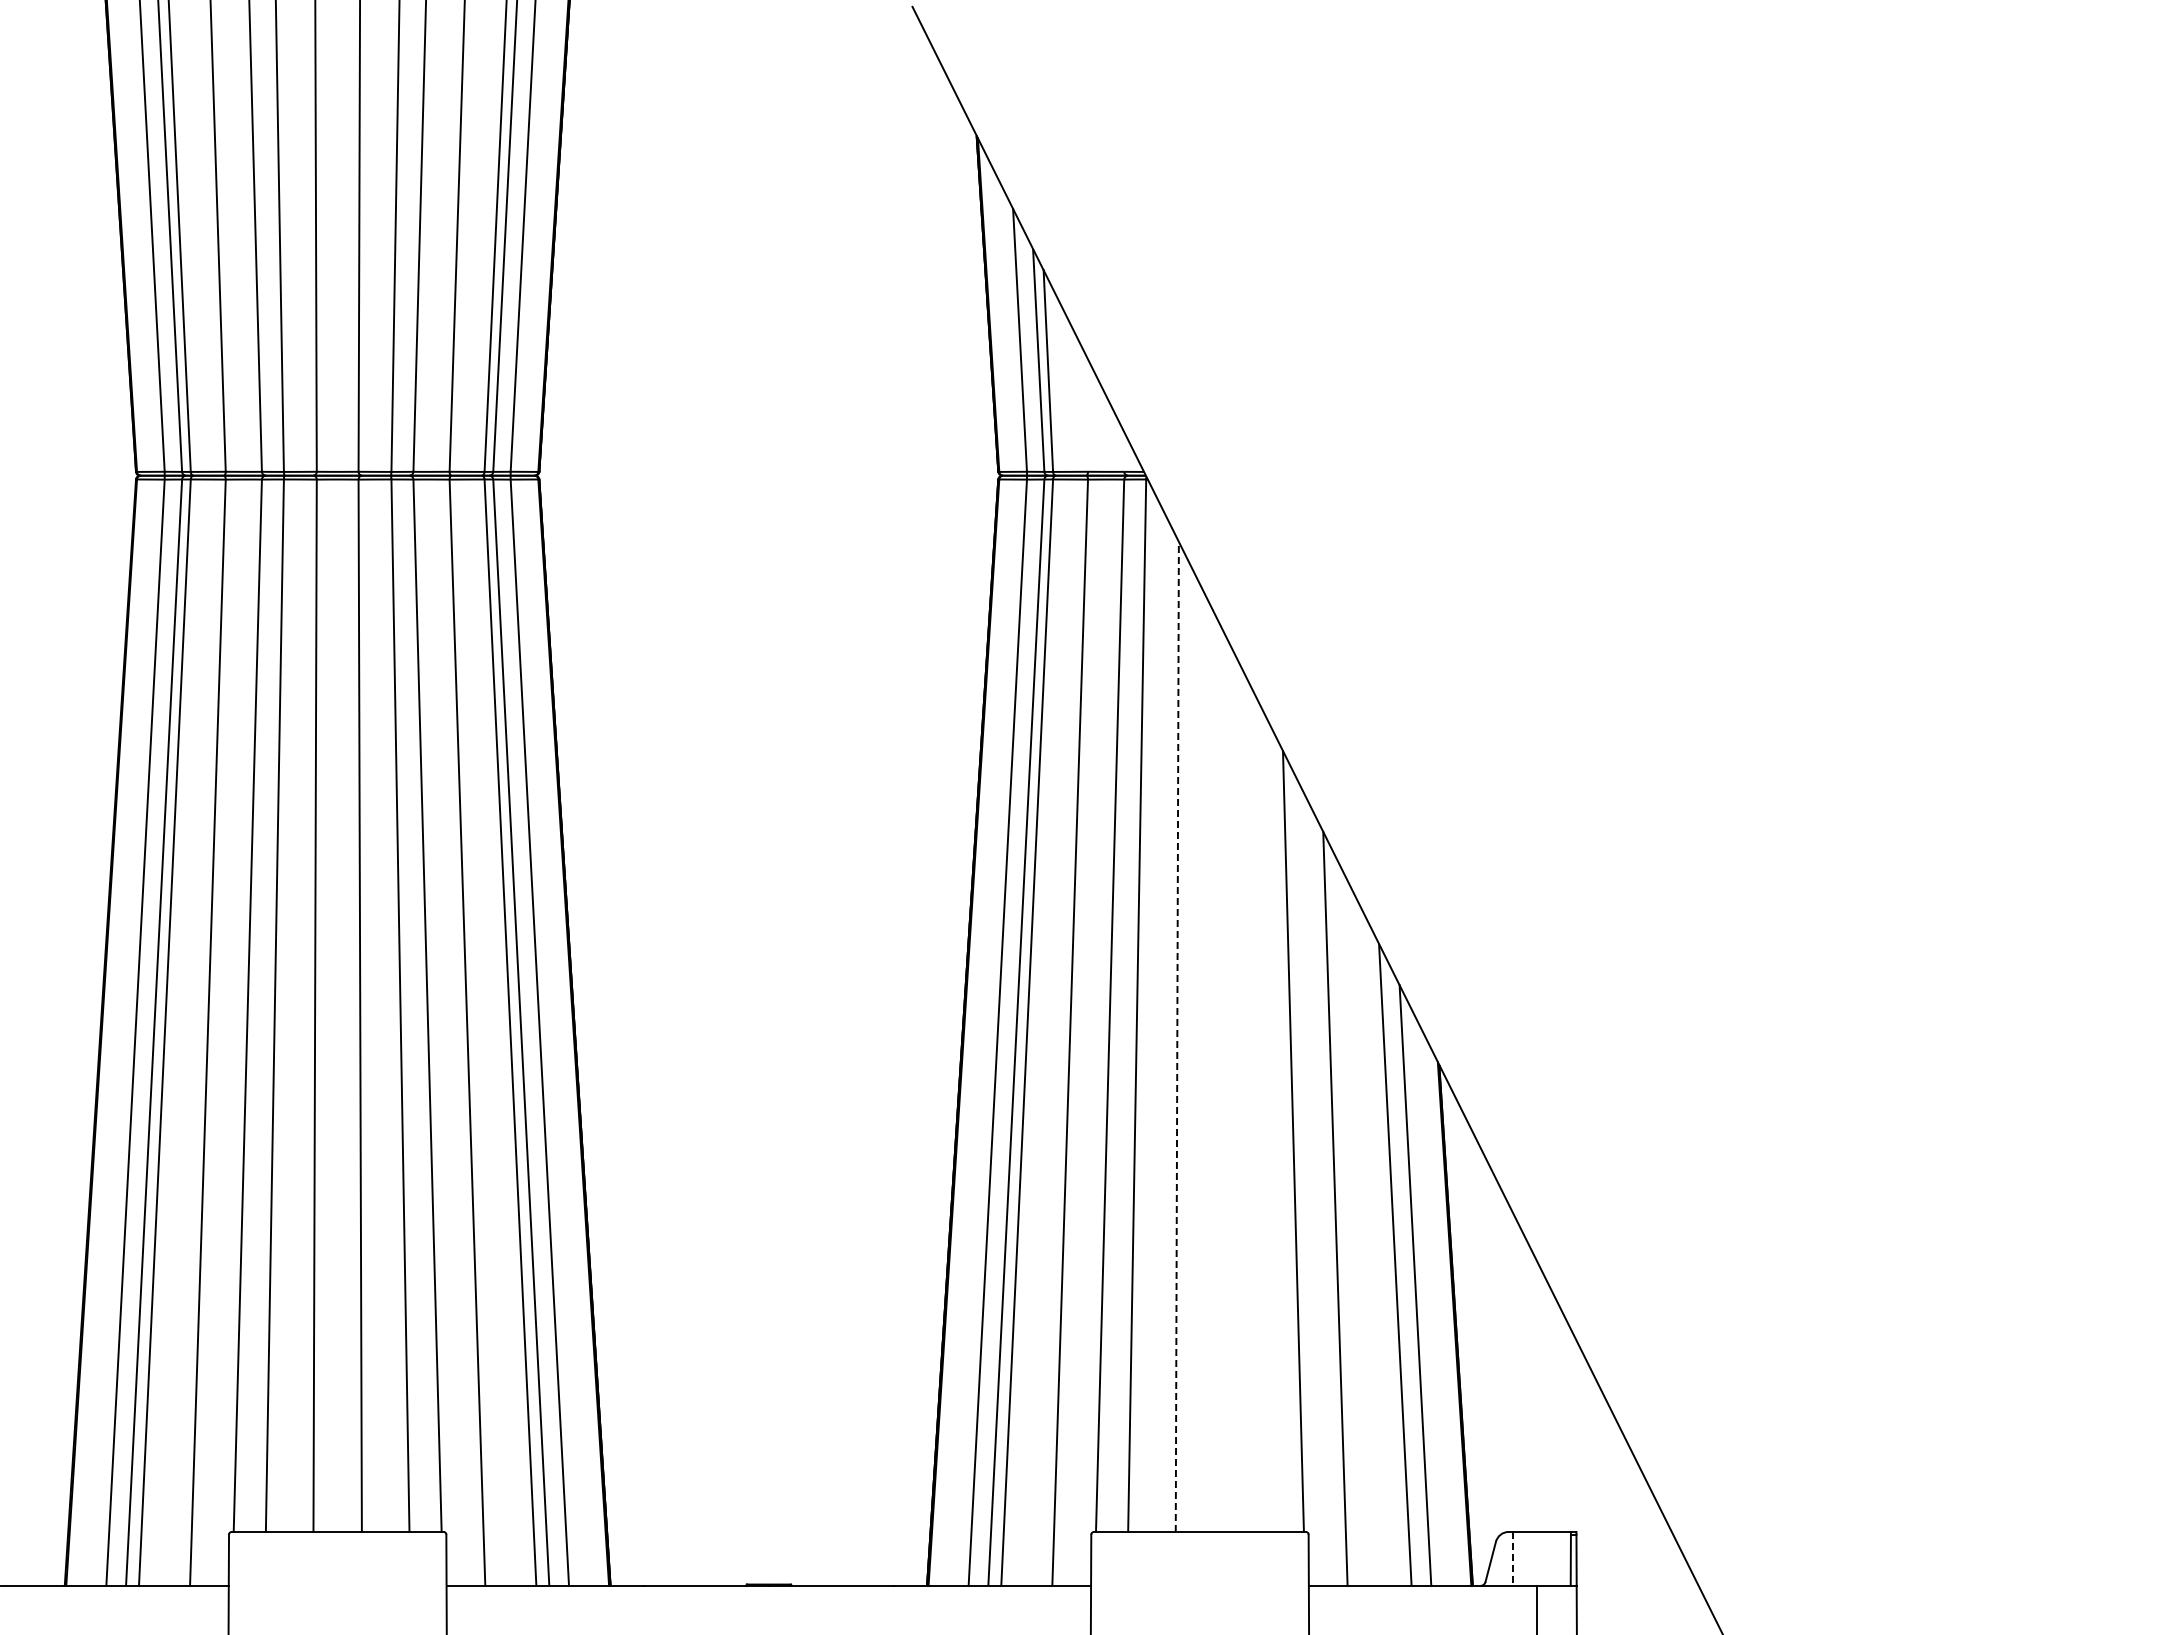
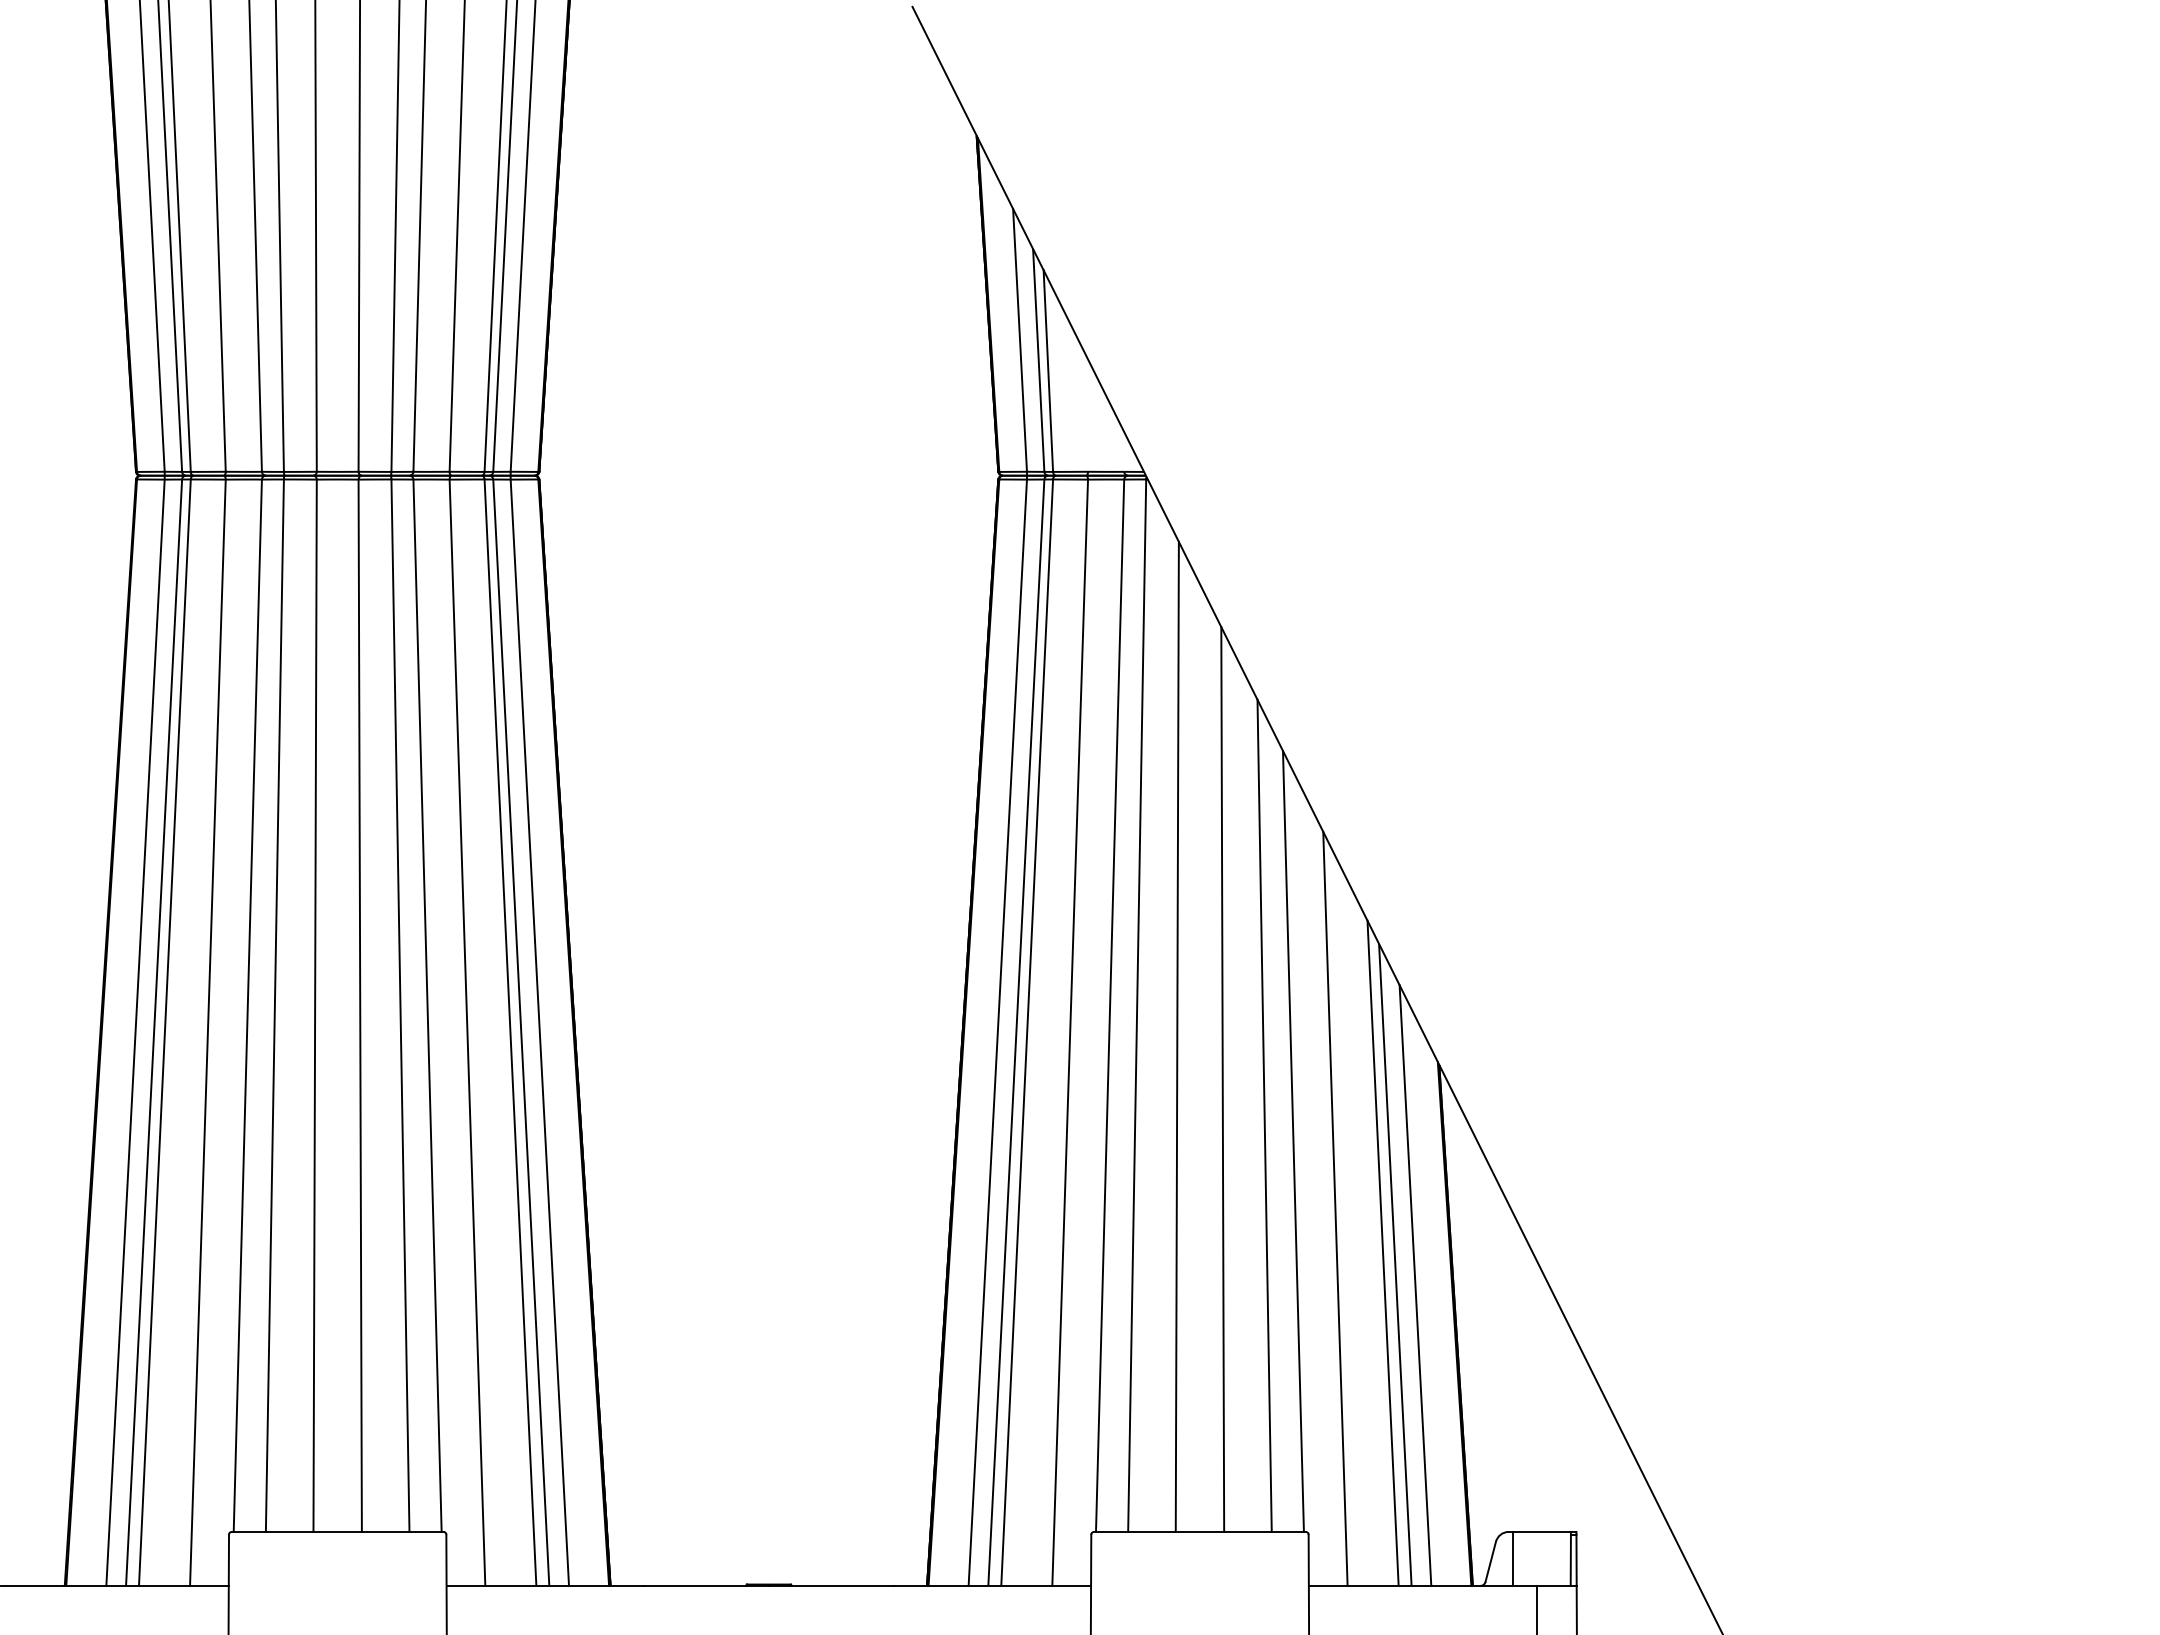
line at (1177, 1036): dashed -> solid
line at (1222, 1079): none -> present
line at (1264, 1115): none -> present
line at (1382, 1252): none -> present
line at (1512, 1558): dashed -> solid
